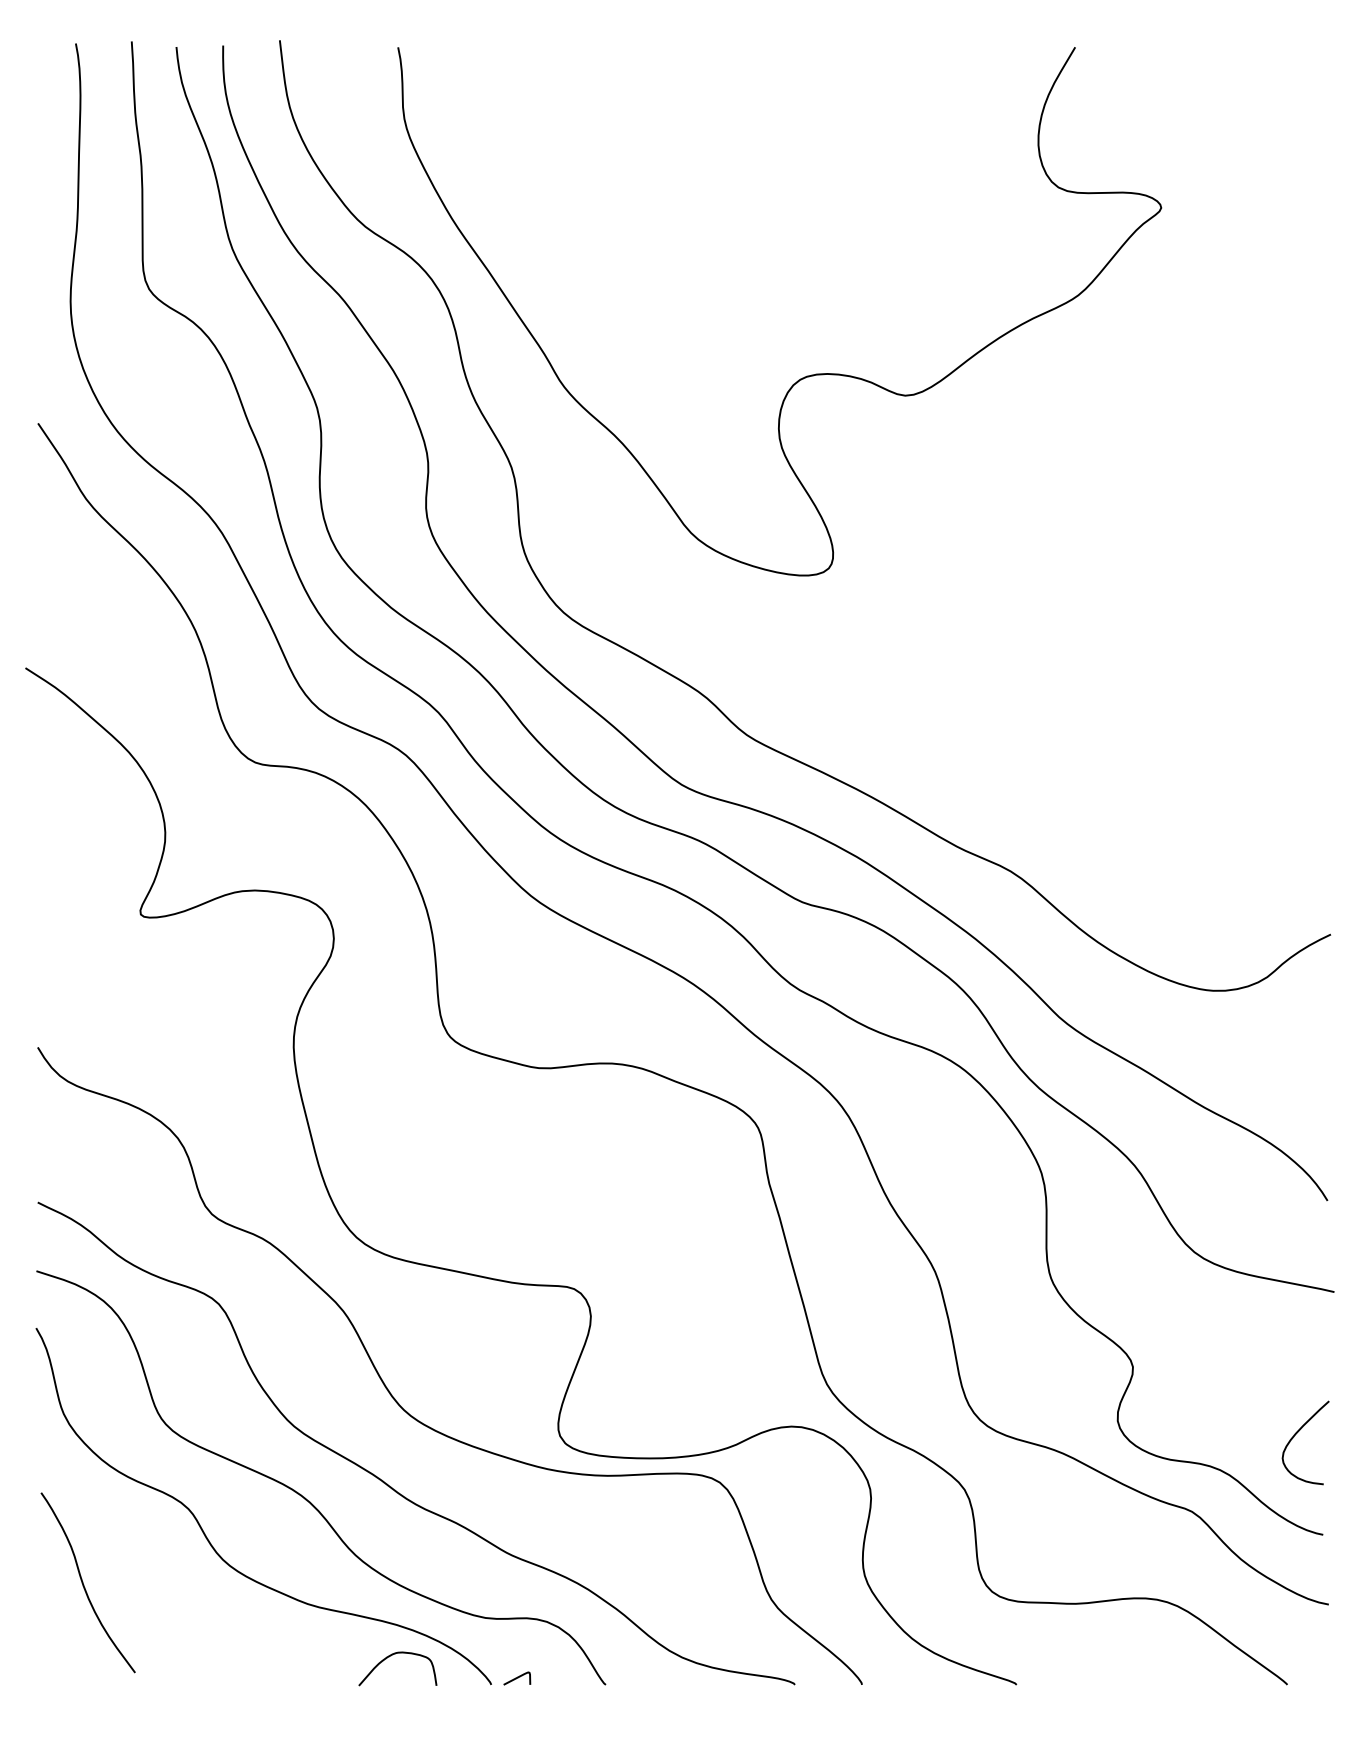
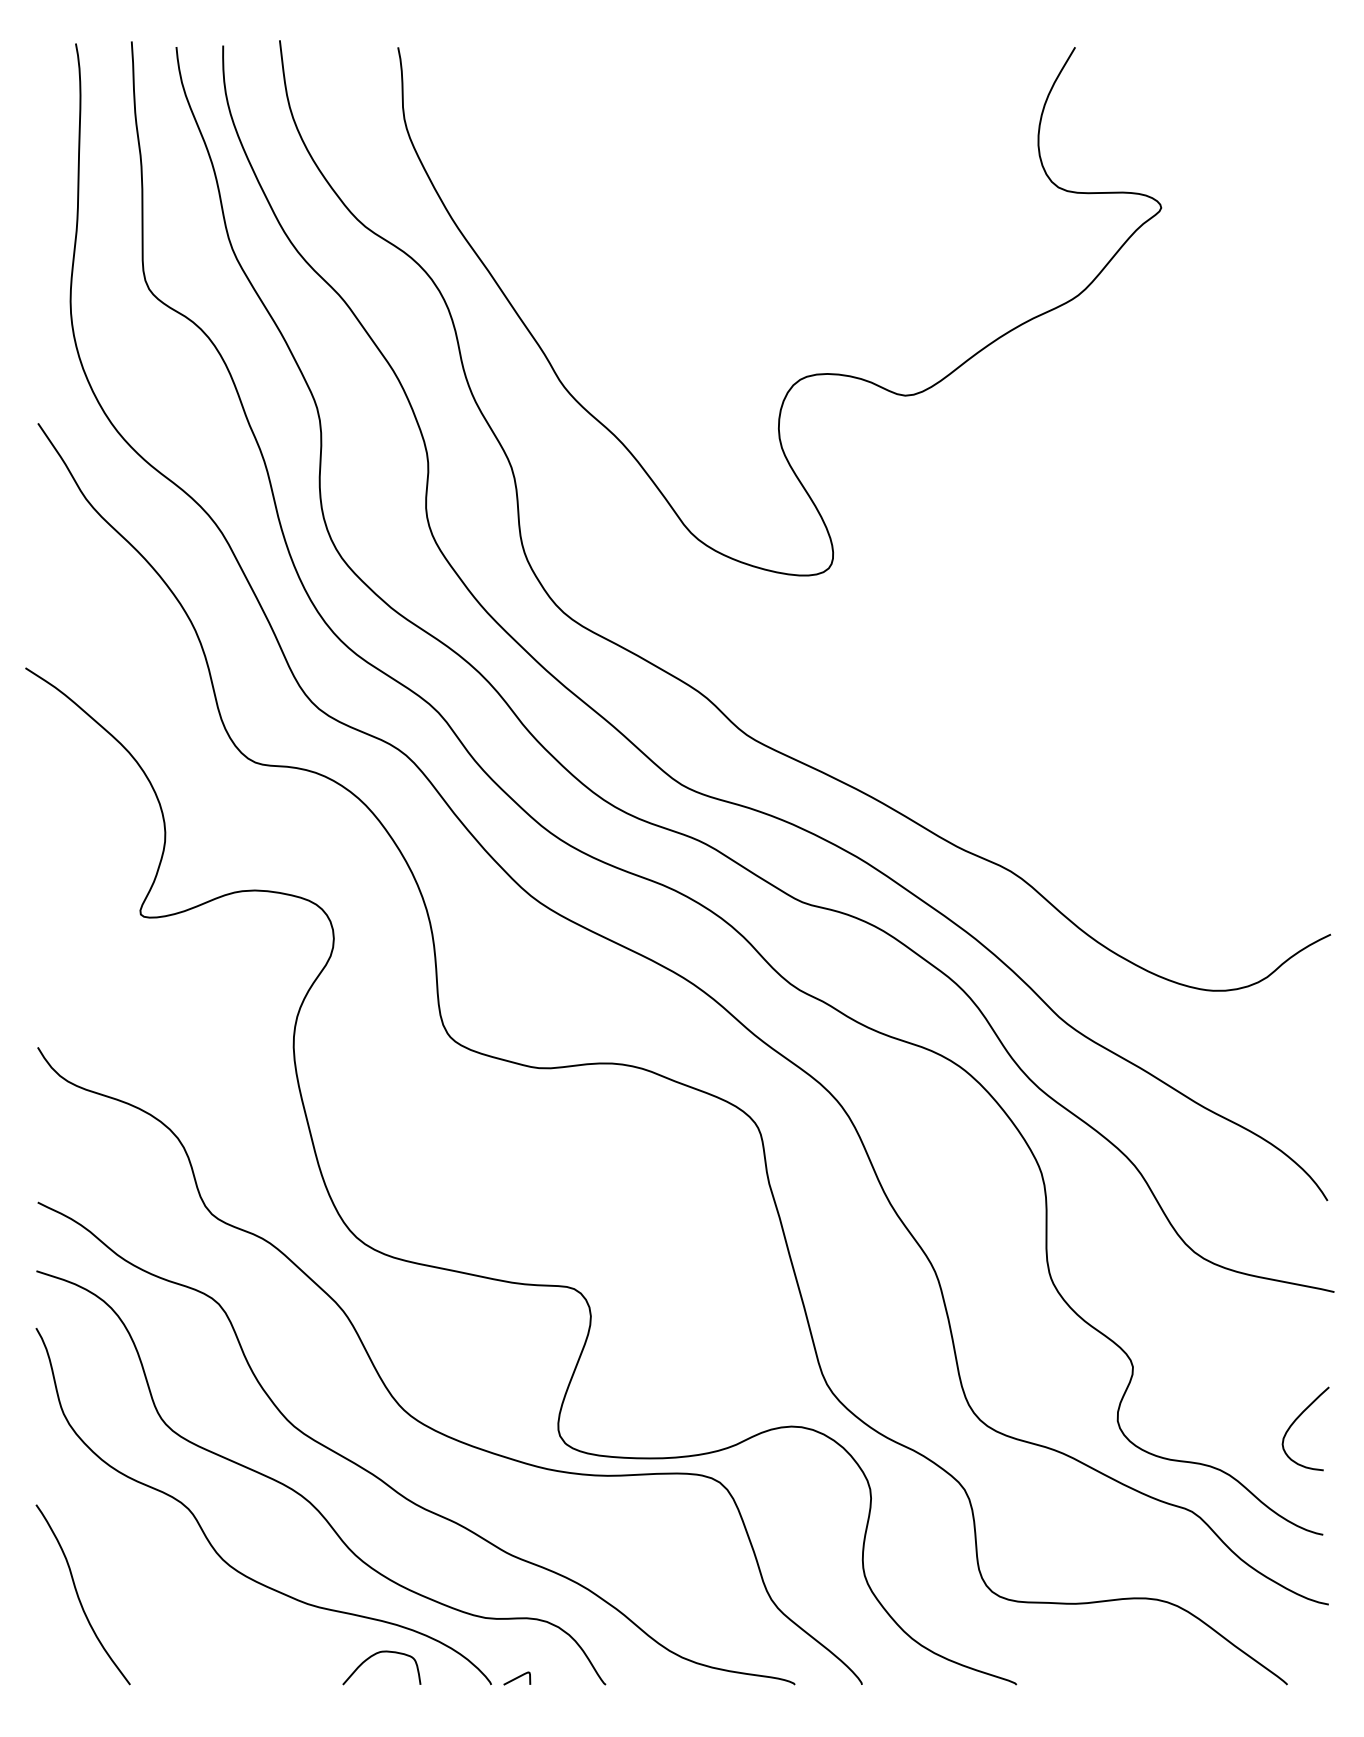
curve at (1297, 1433) position: (1297, 1433) -> (1297, 1419)
curve at (84, 1584) position: (84, 1584) -> (79, 1596)
curve at (391, 1656) position: (391, 1656) -> (375, 1655)
